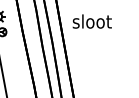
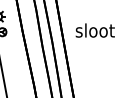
text at (91, 21) position: (91, 21) -> (94, 30)
